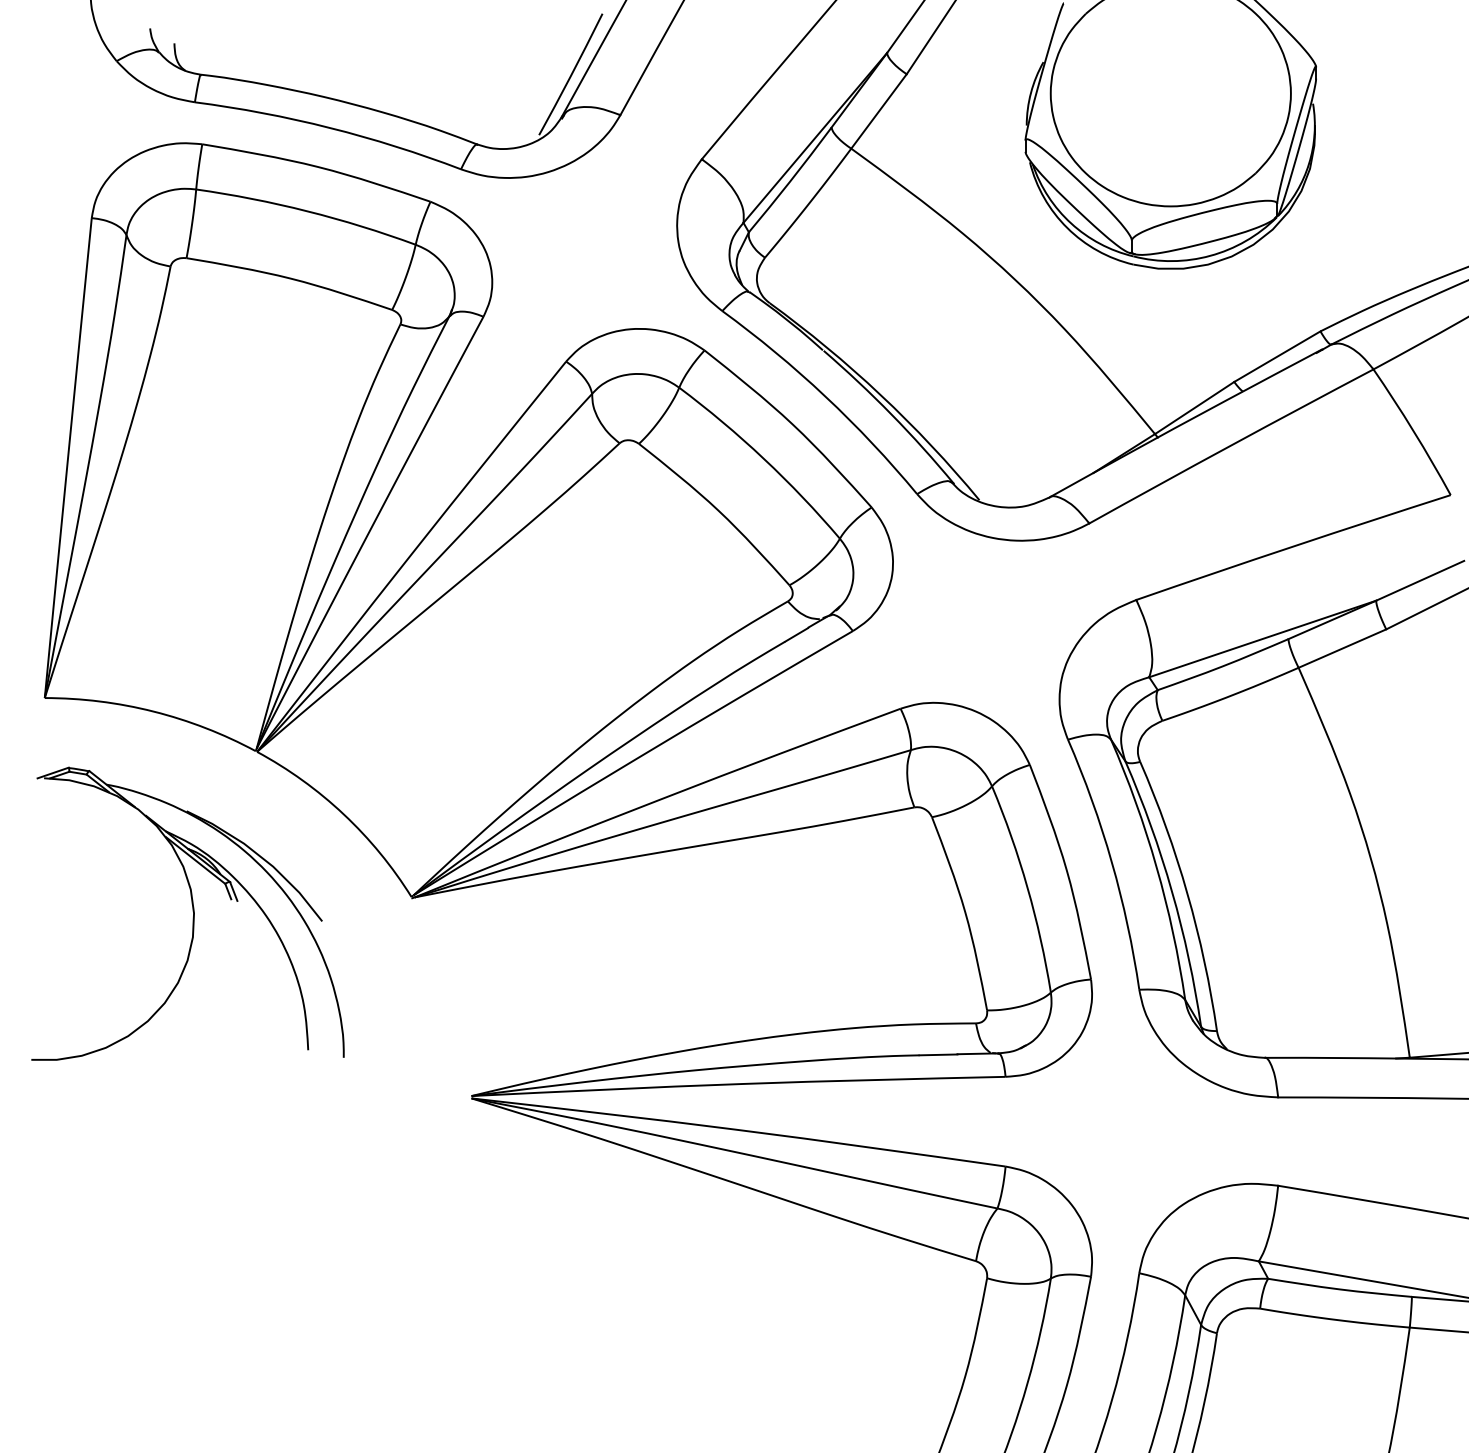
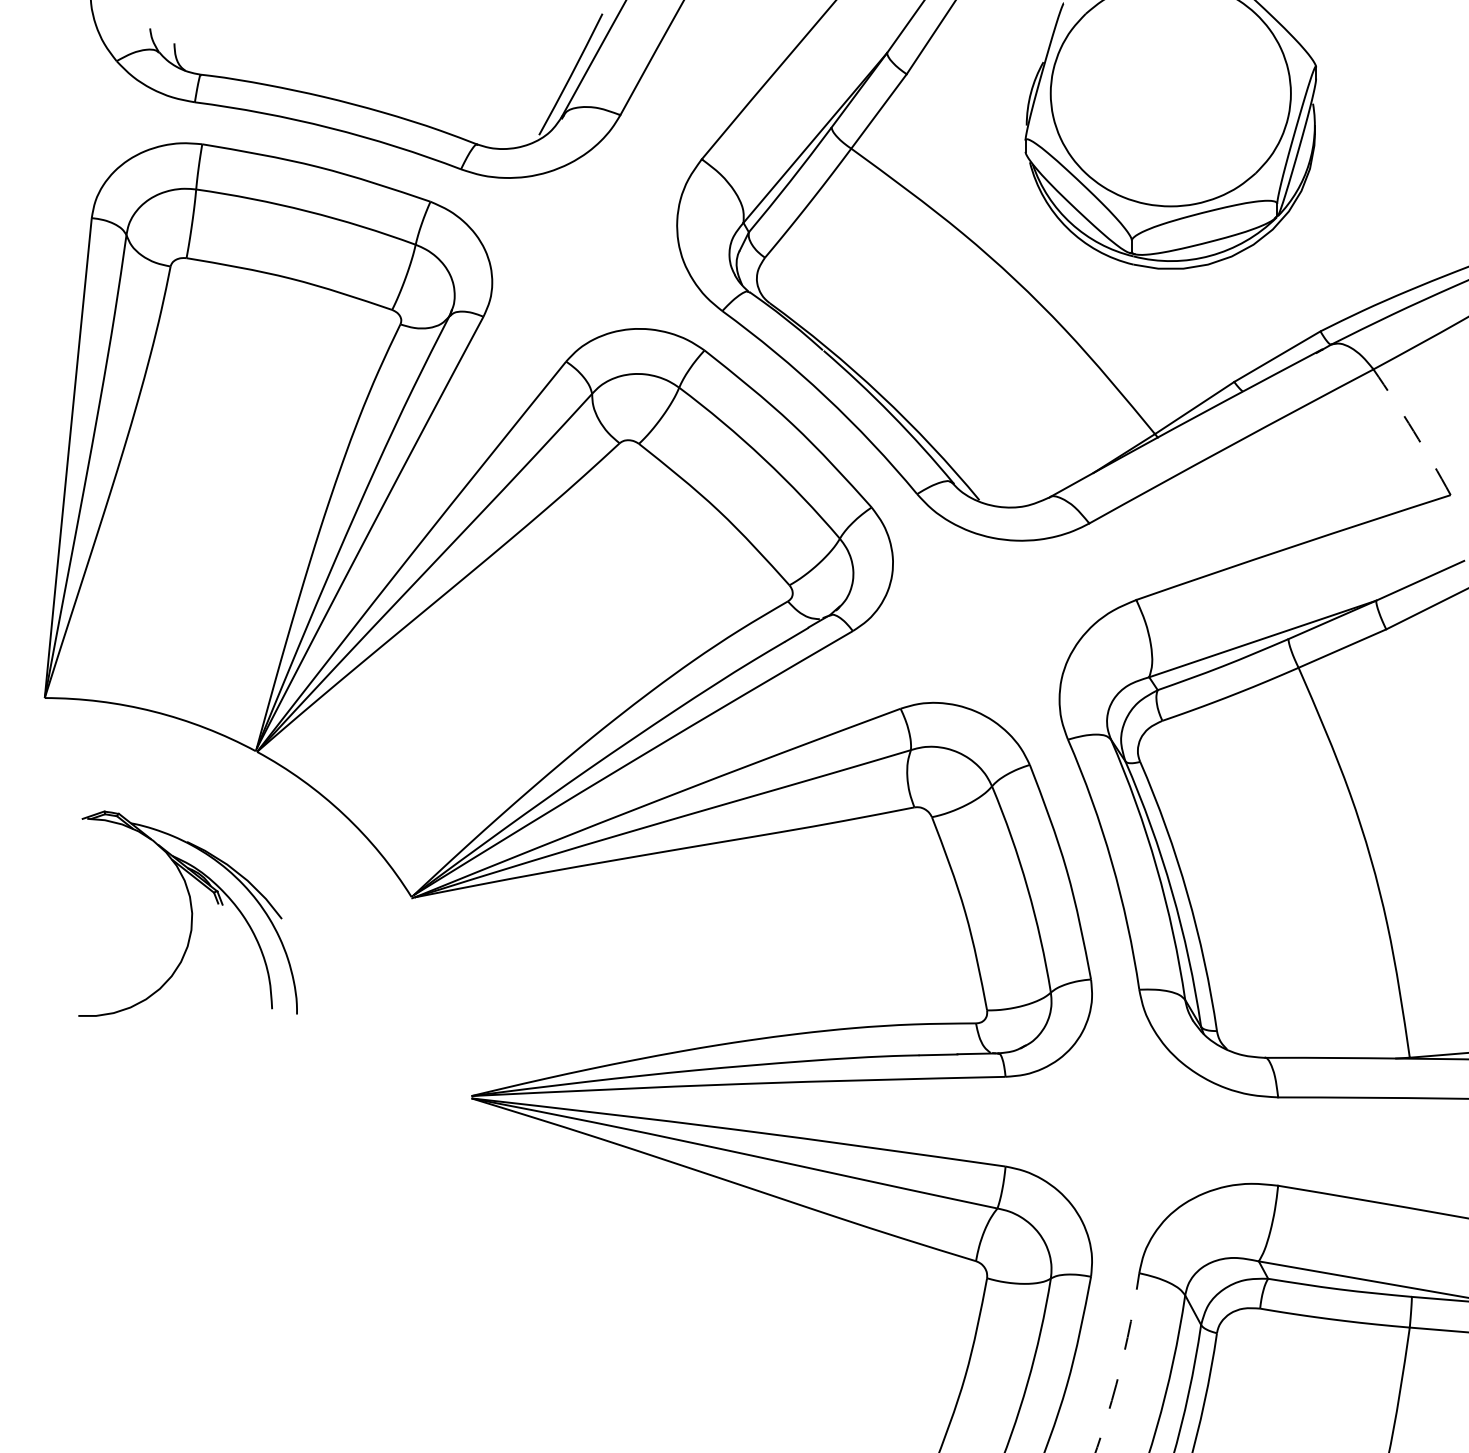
arc at (1413, 431): solid -> dashed
part at (187, 913) size: 314x295 px -> 220x207 px
arc at (1121, 1364): solid -> dashed
